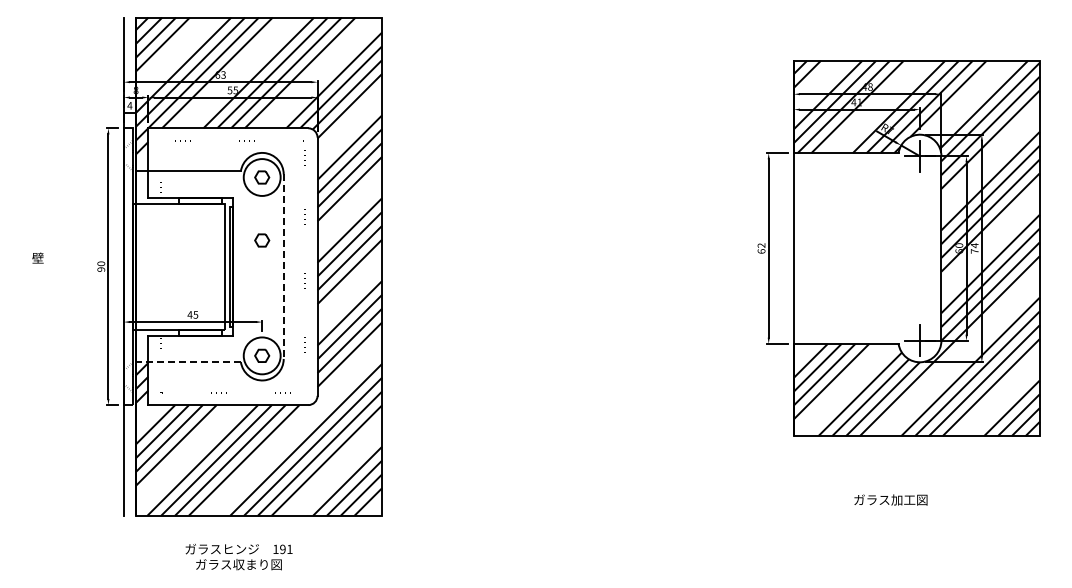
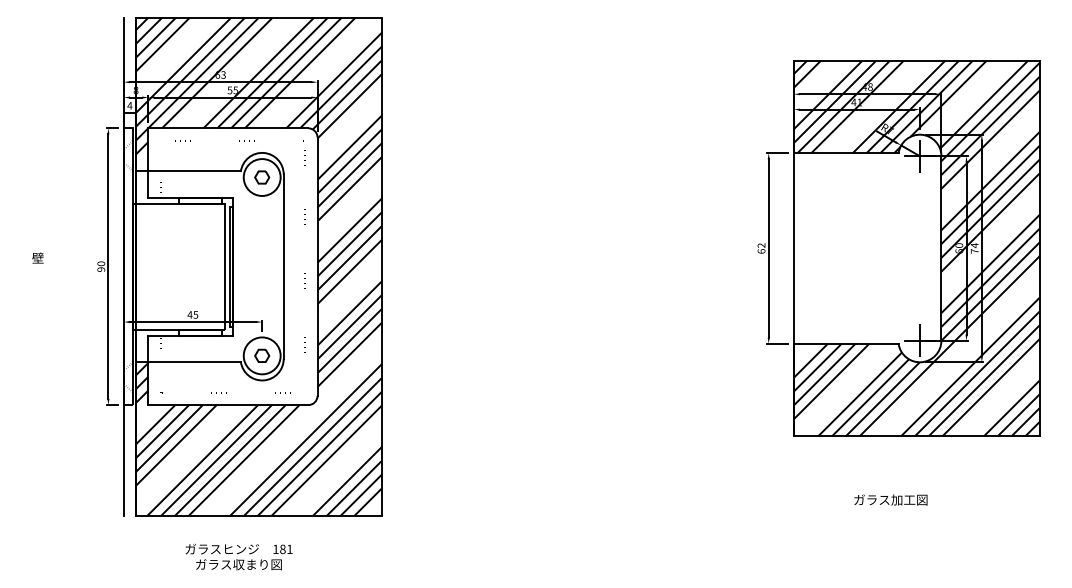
part at (262, 240): present -> none
line at (283, 267): dashed -> solid
line at (188, 362): dashed -> solid
text at (282, 549): 191 -> 181
